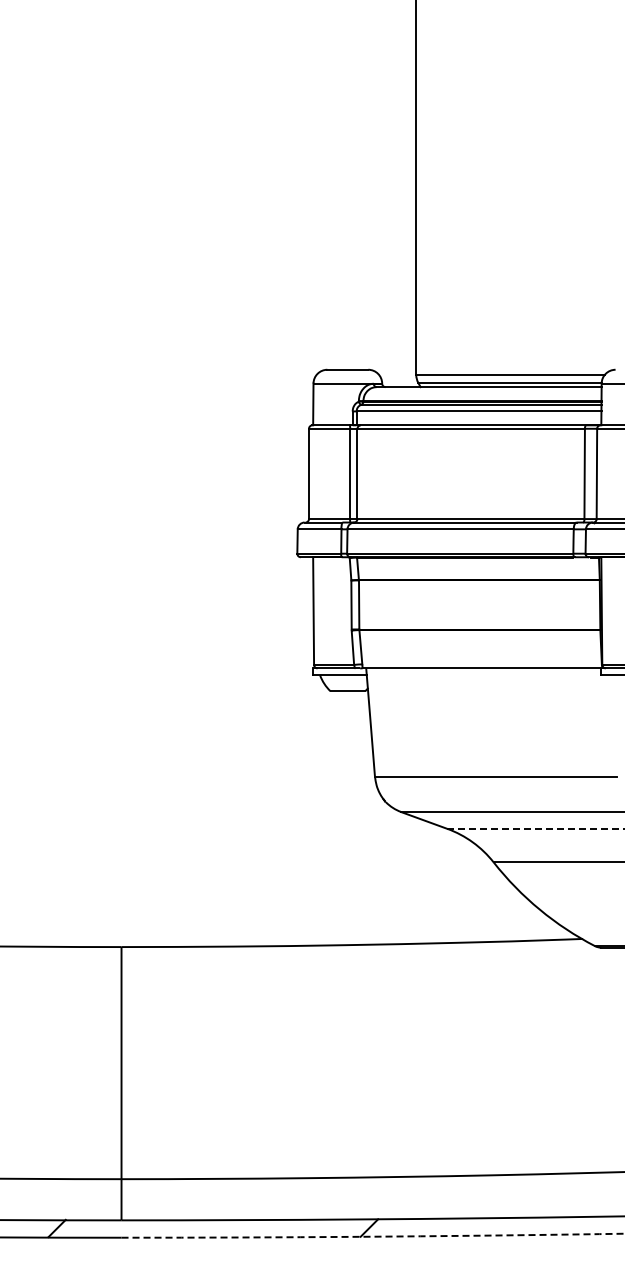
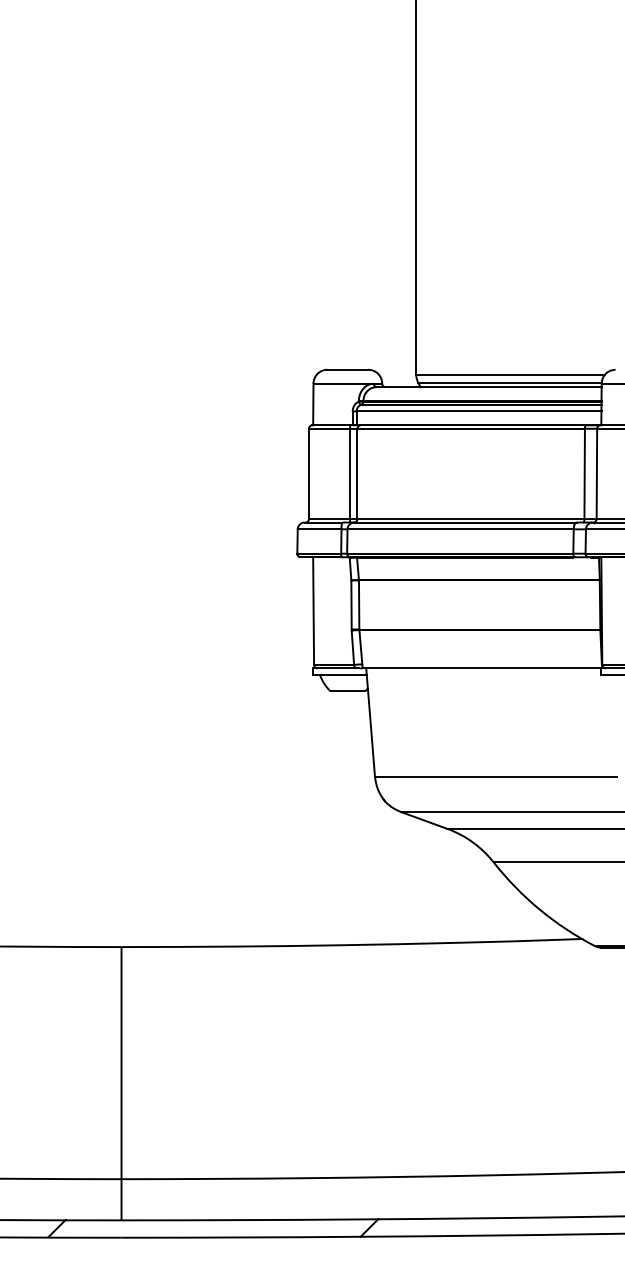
line at (536, 828): dashed -> solid
arc at (373, 1236): dashed -> solid
